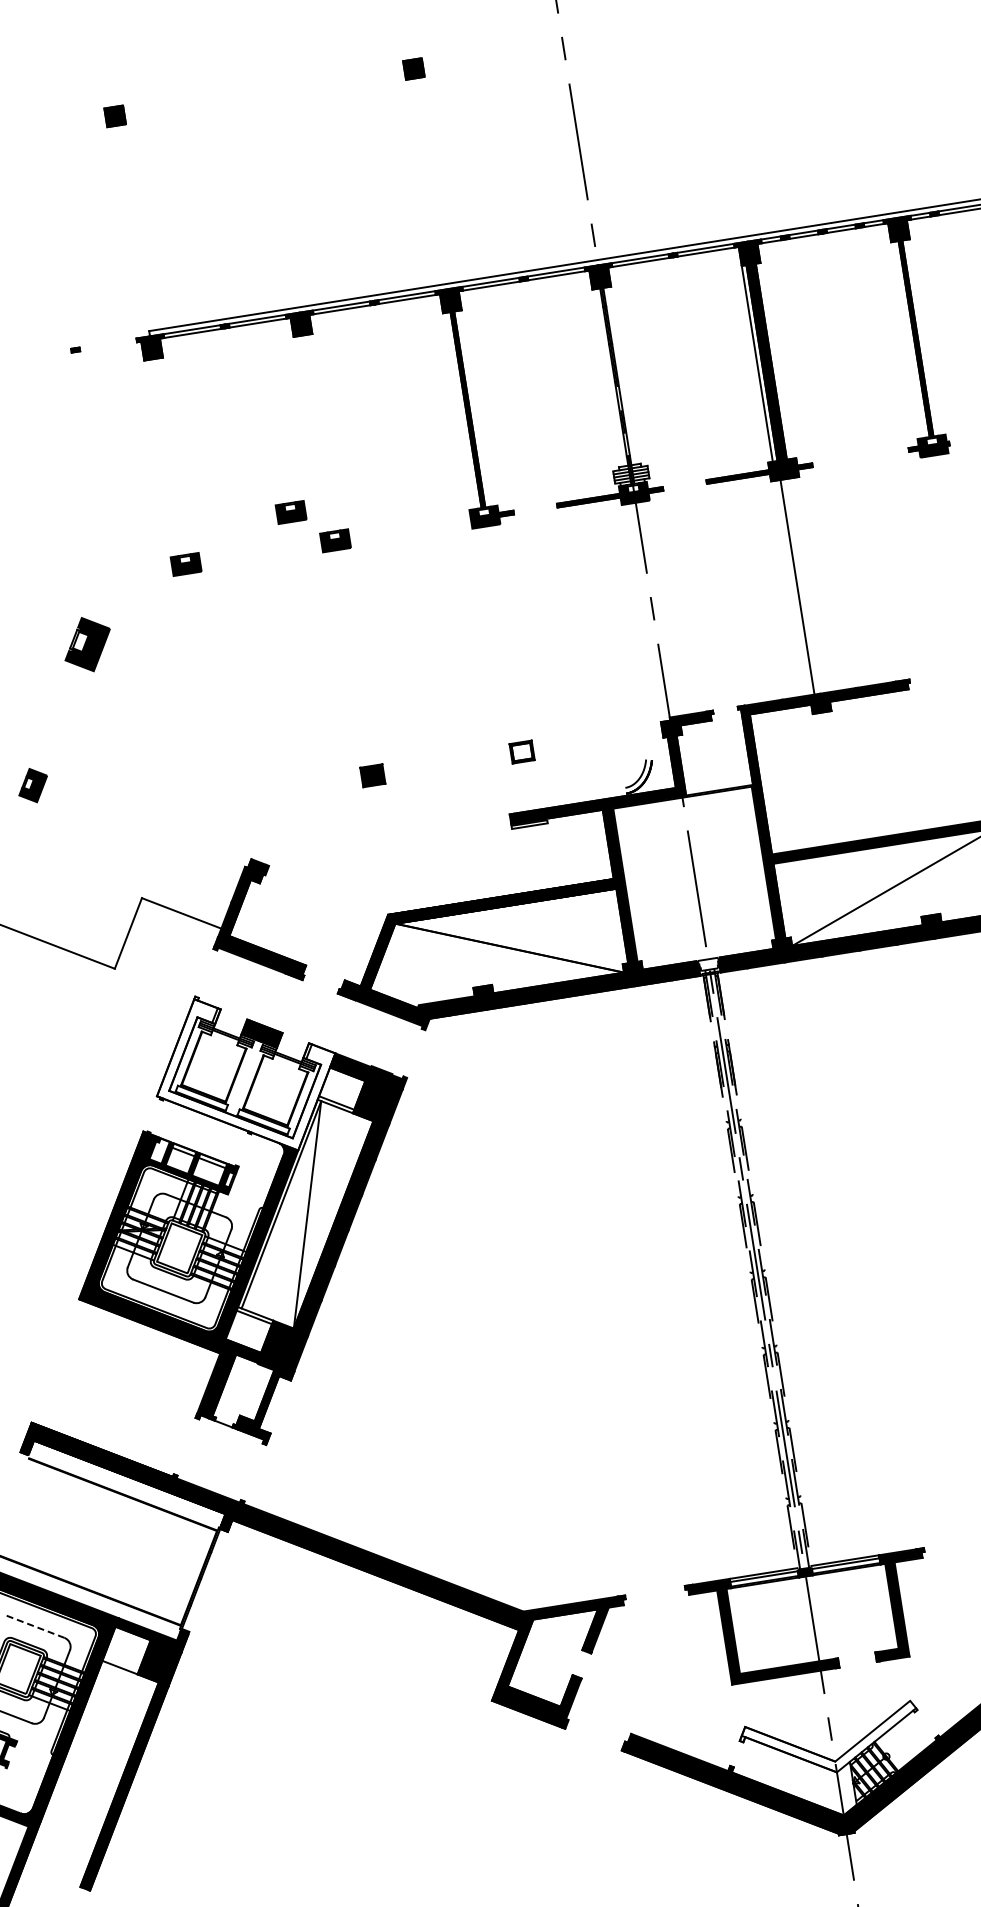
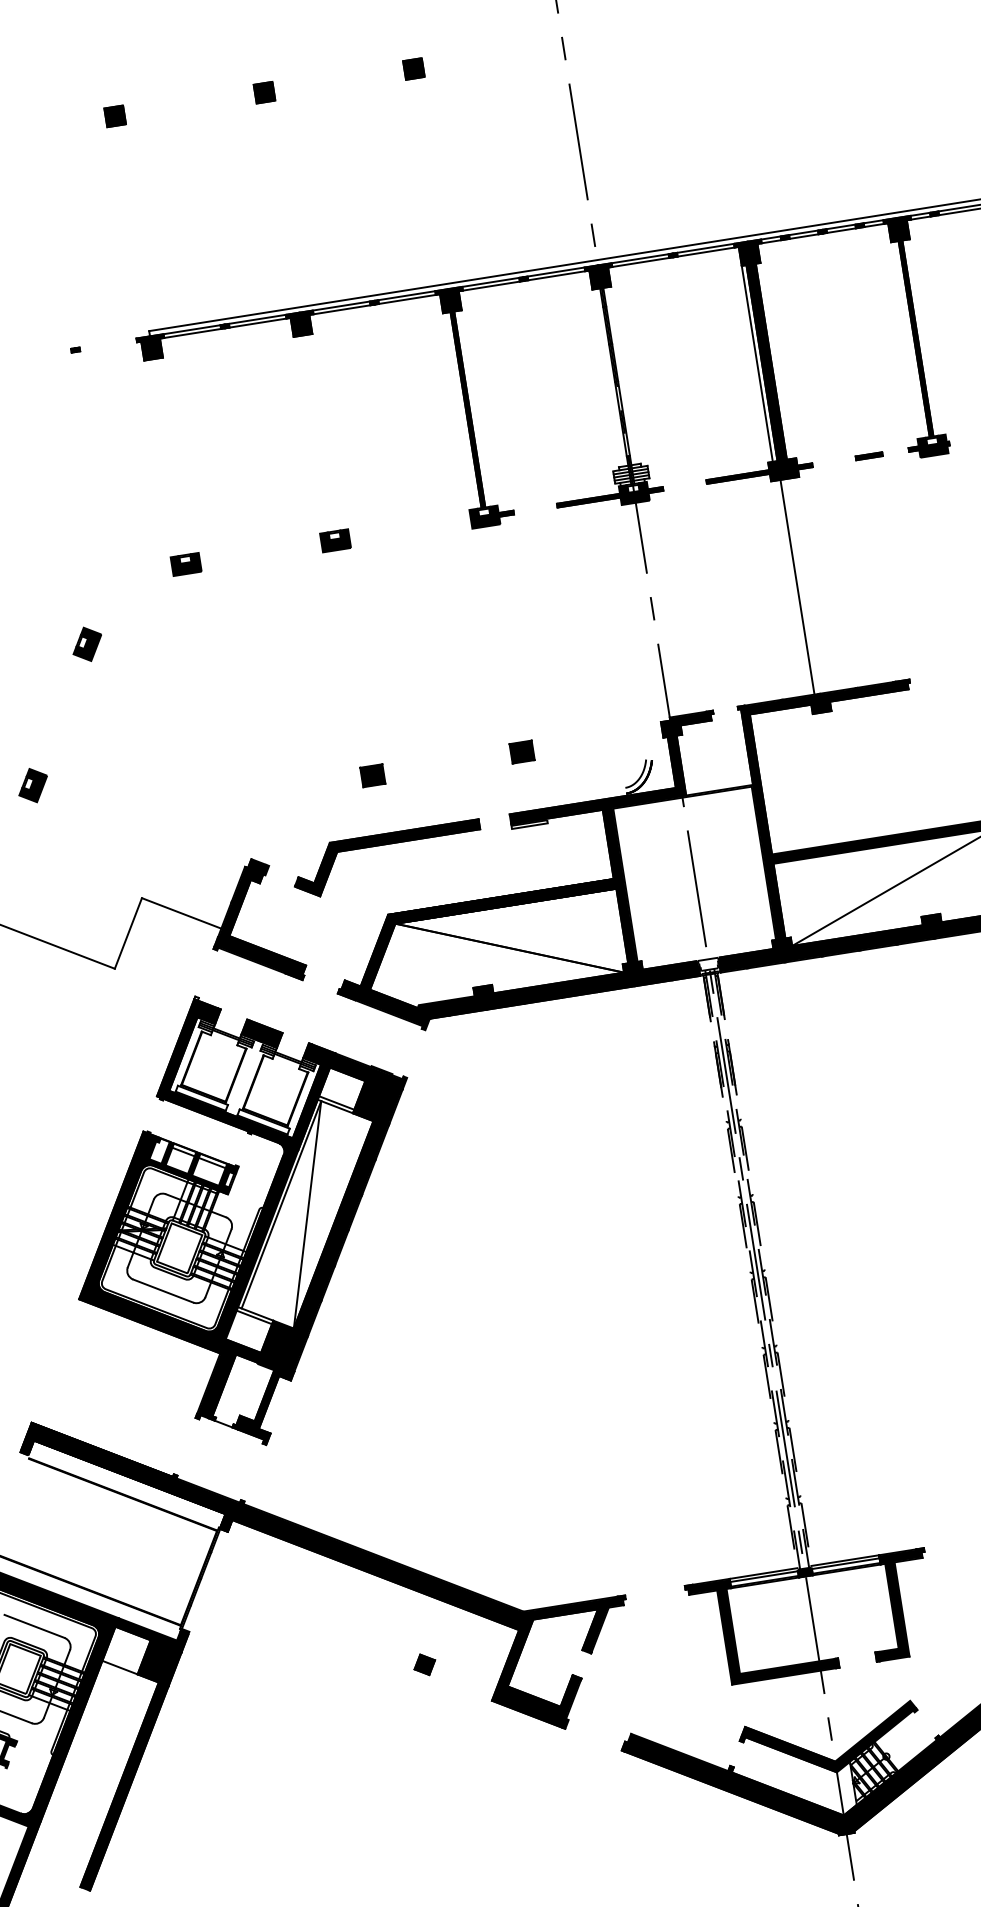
part at (264, 92): none -> present
part at (868, 456): none -> present
part at (290, 512): present -> none
part at (87, 644) size: 47x56 px -> 30x36 px
fill at (521, 751): none -> present
part at (386, 845): none -> present
fill at (246, 1074): none -> present
line at (34, 1626): dashed -> solid
part at (424, 1664): none -> present
fill at (828, 1736): none -> present
